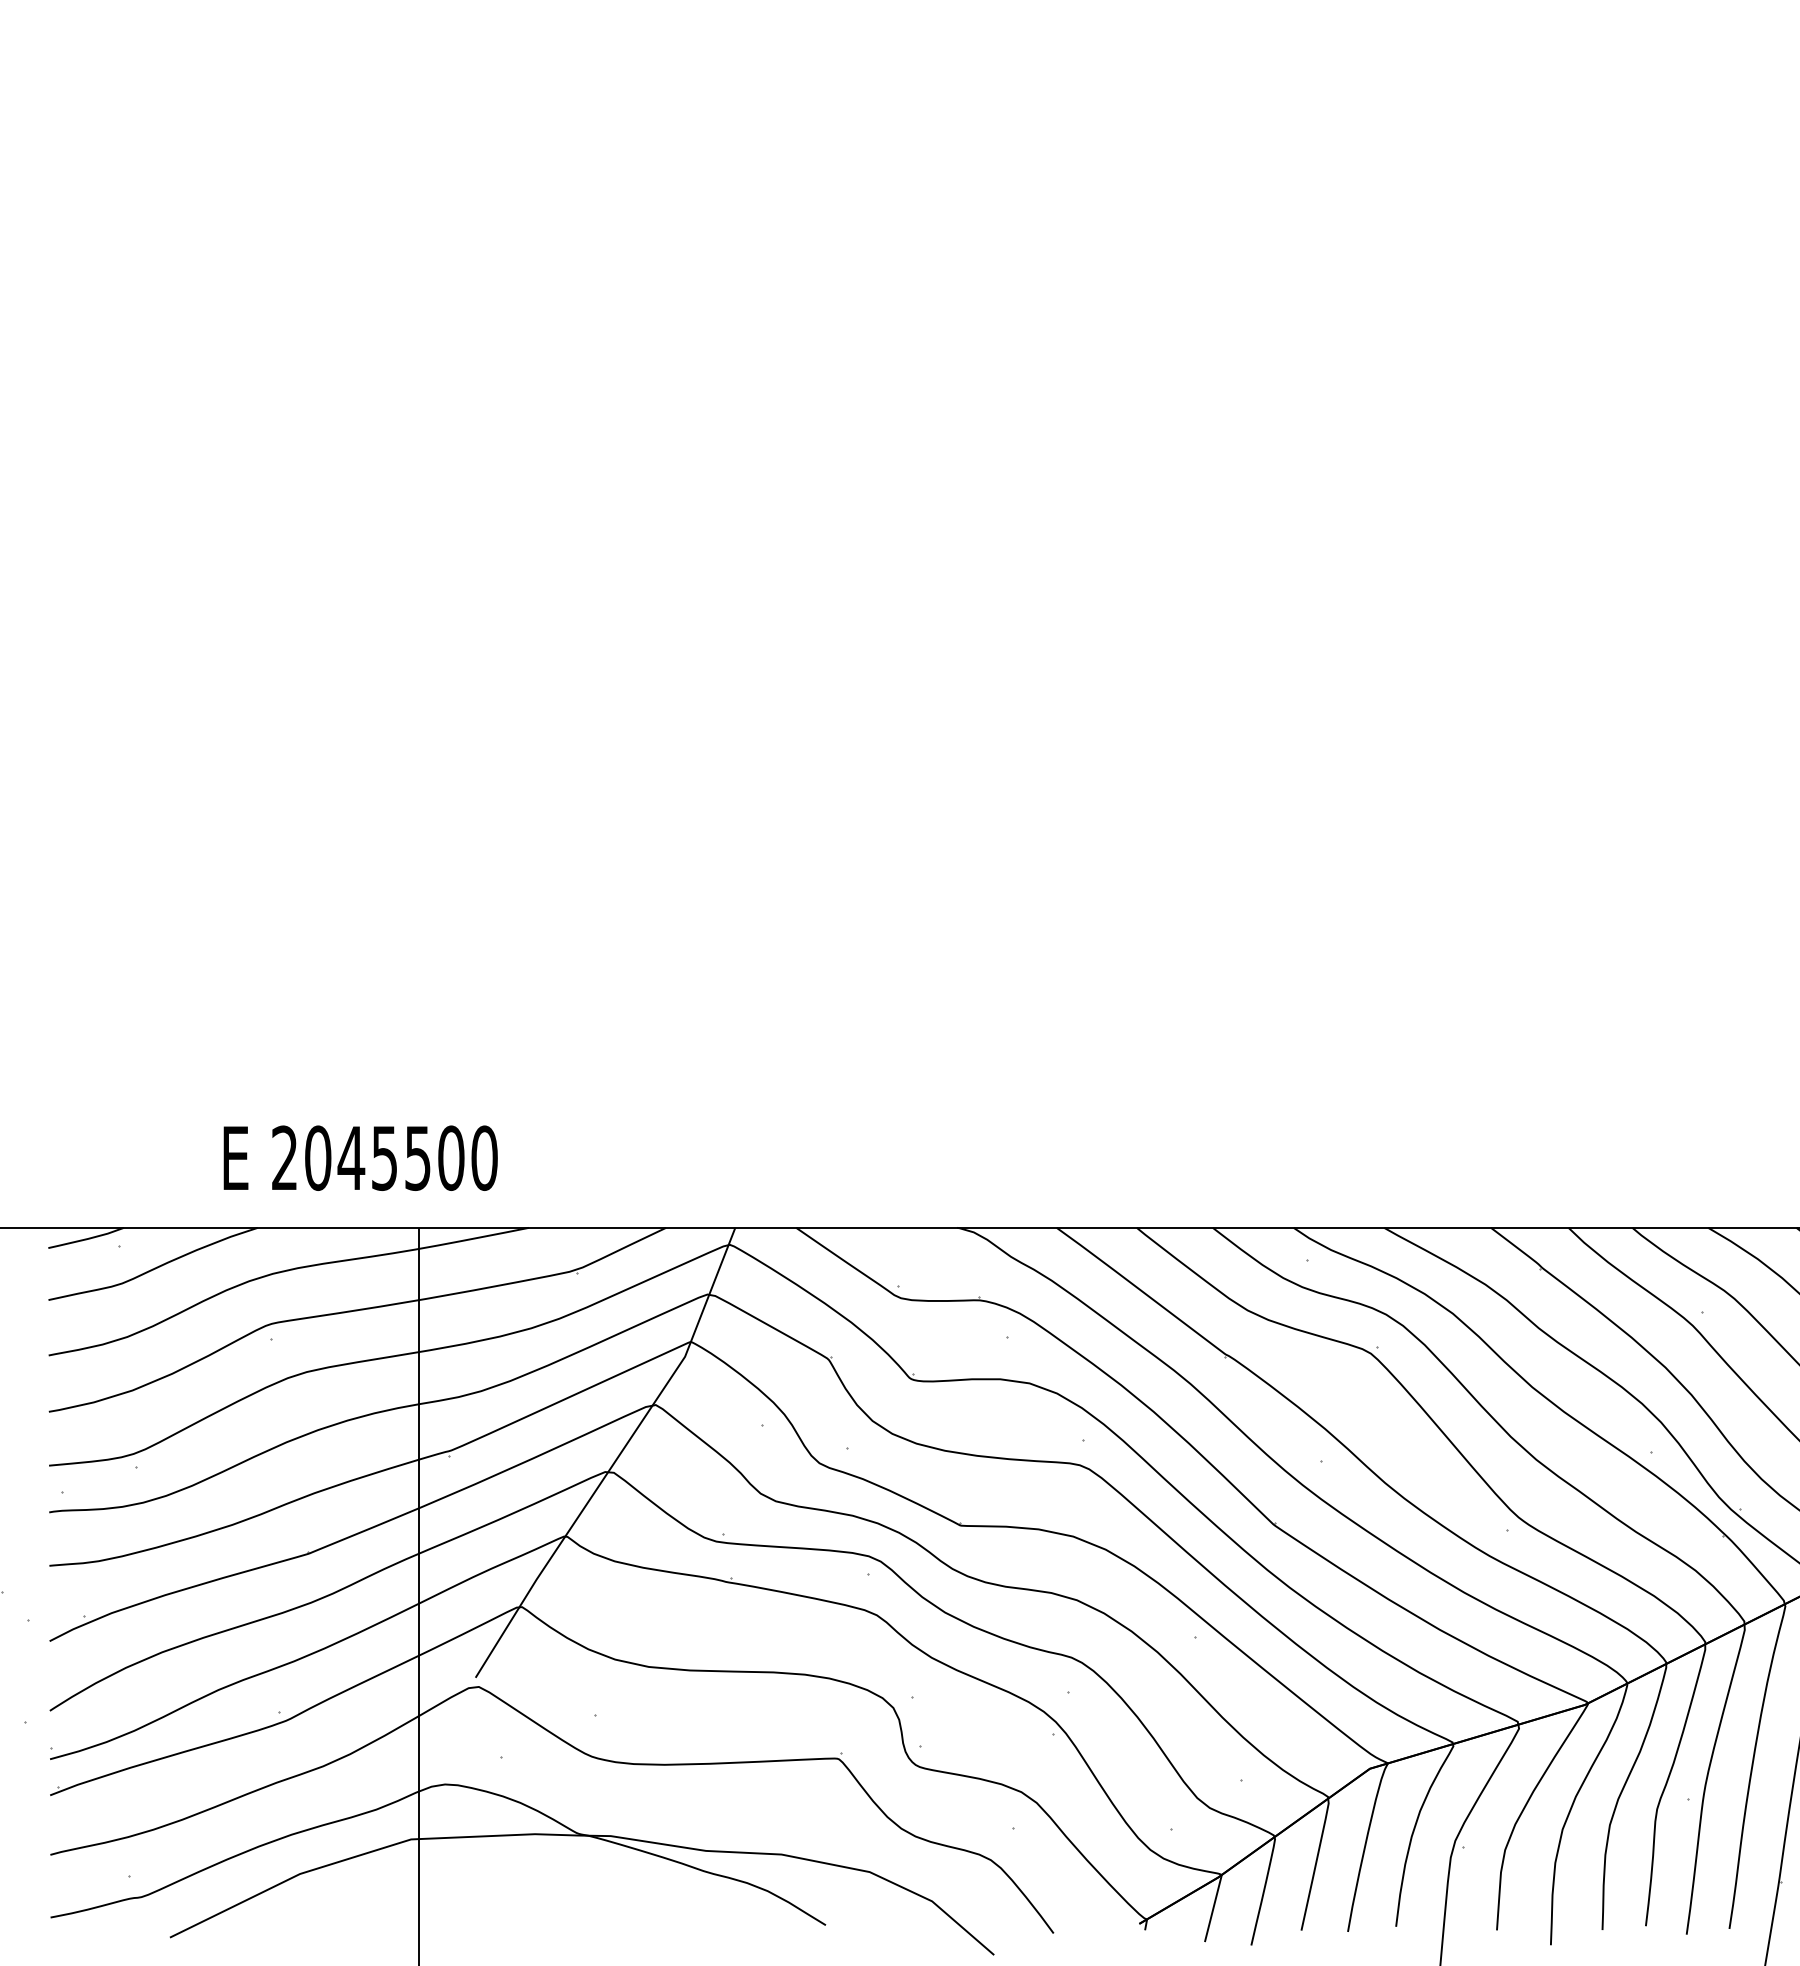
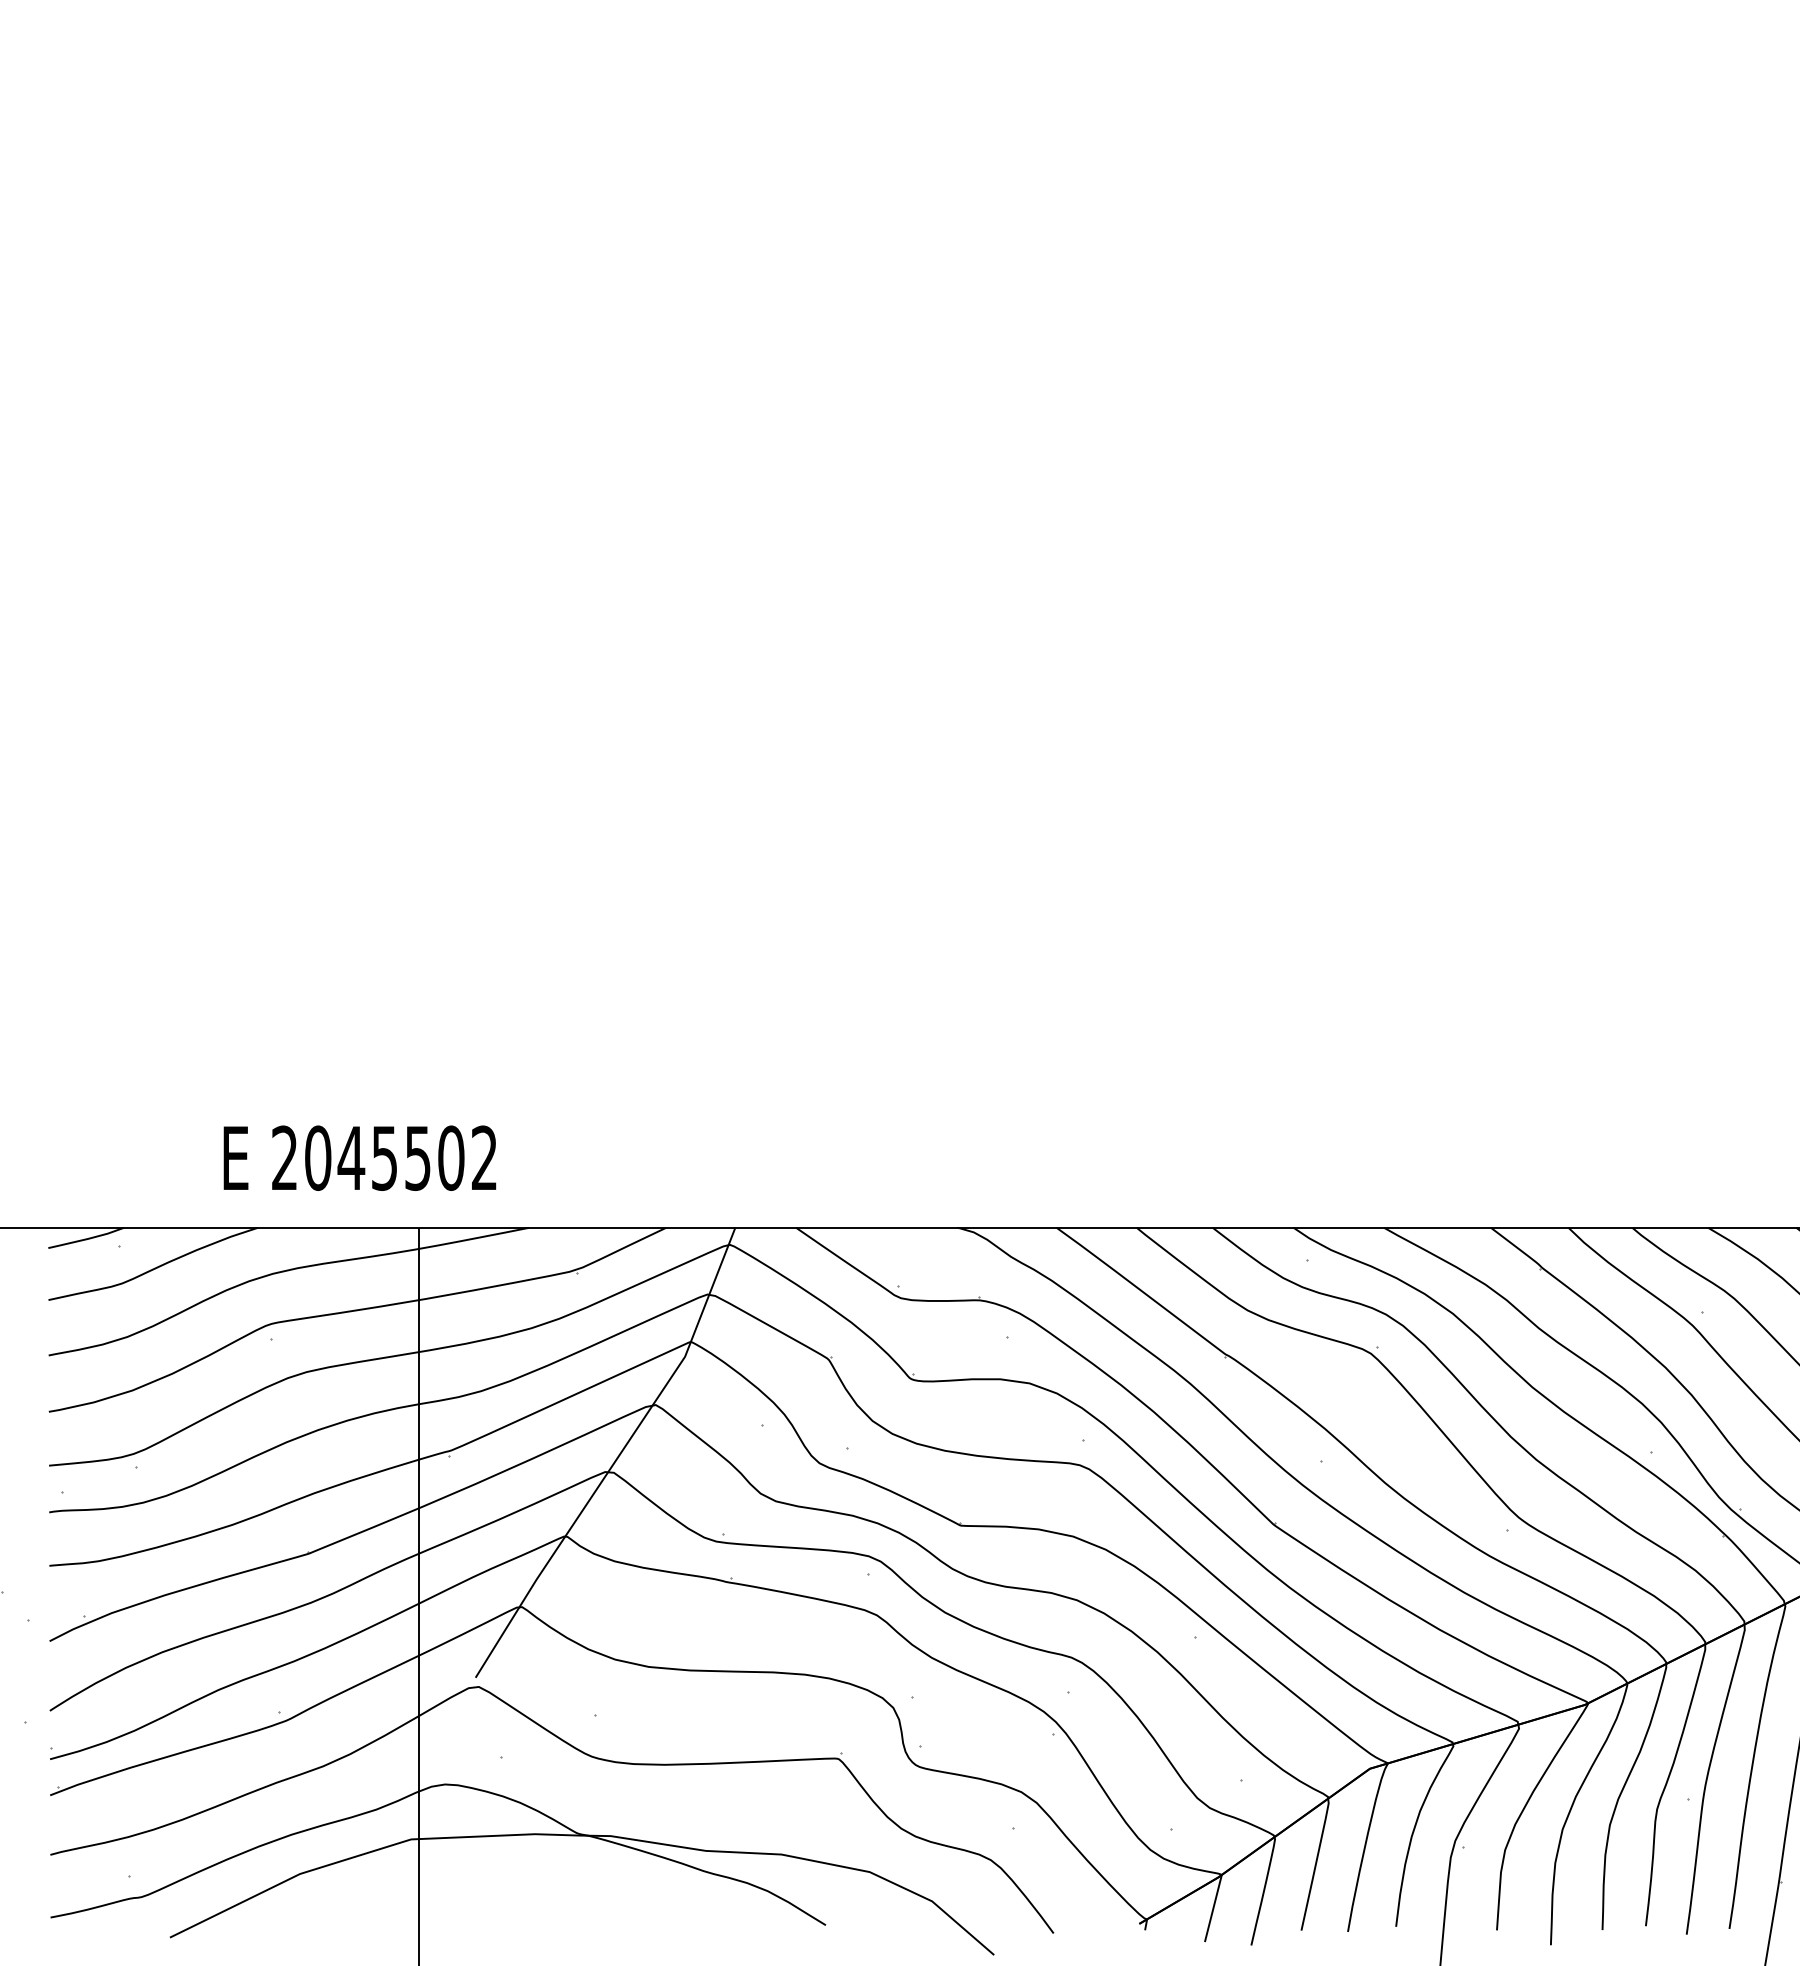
text at (484, 1157): 2045500 -> 2045502
